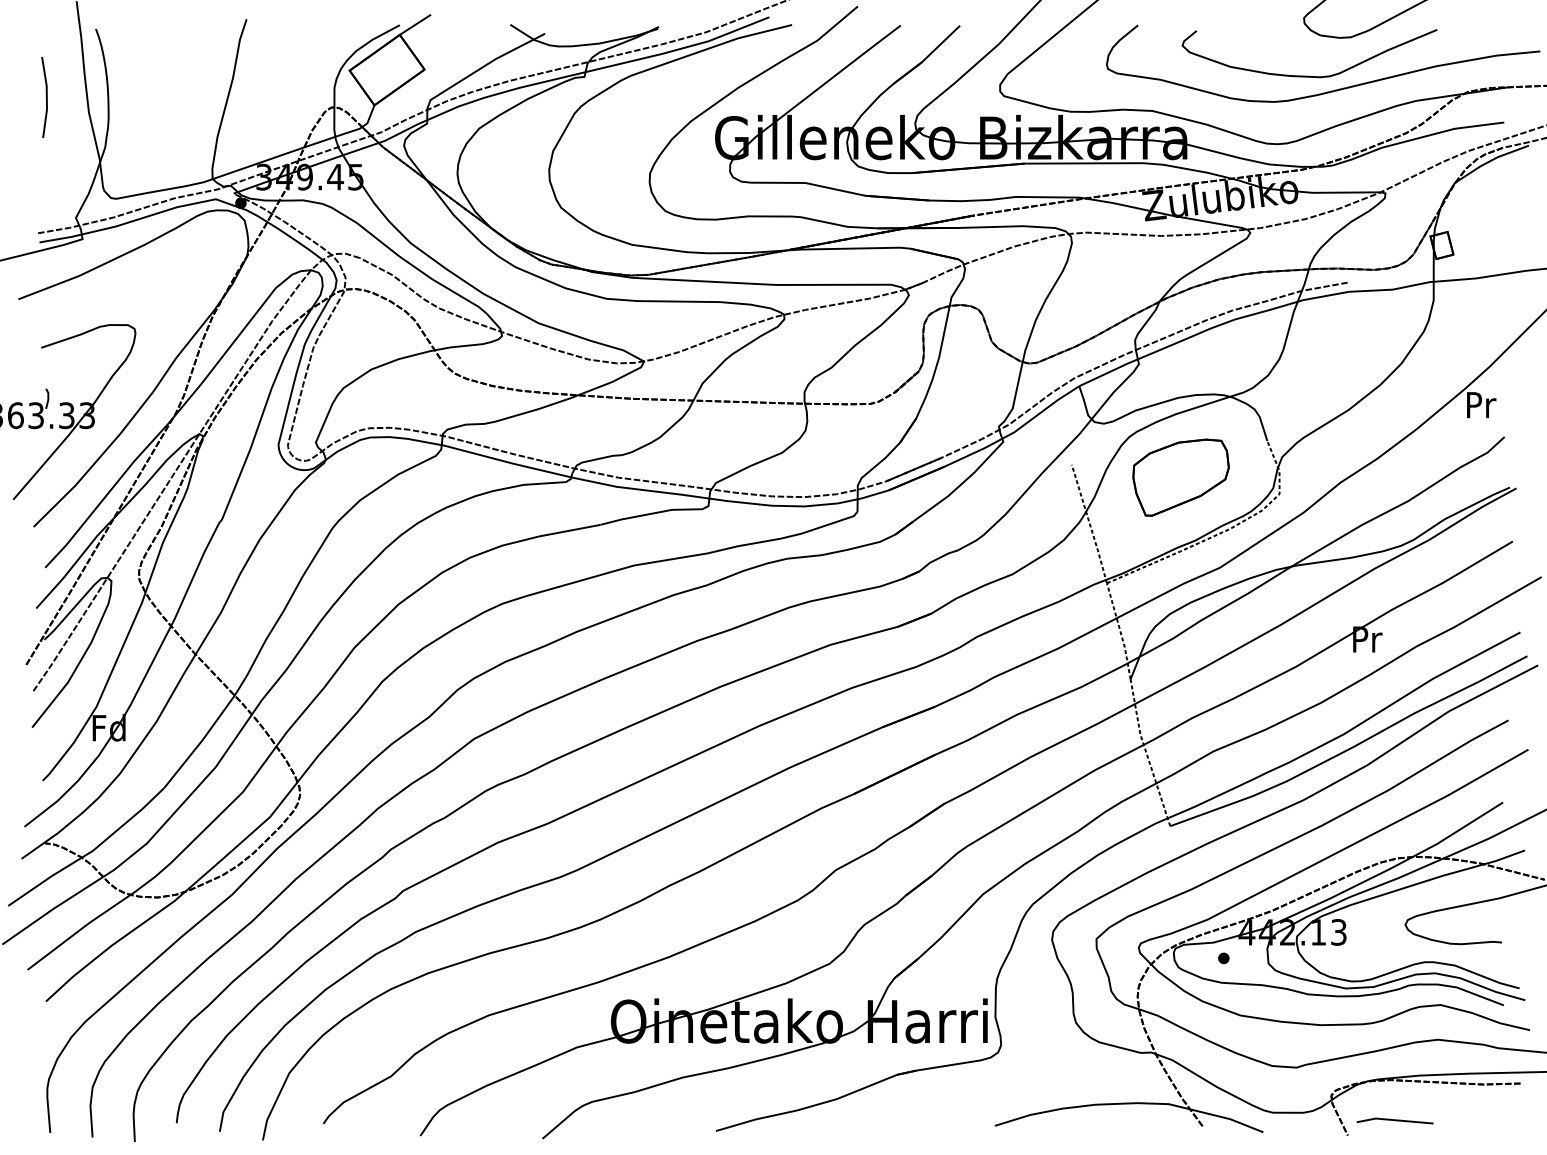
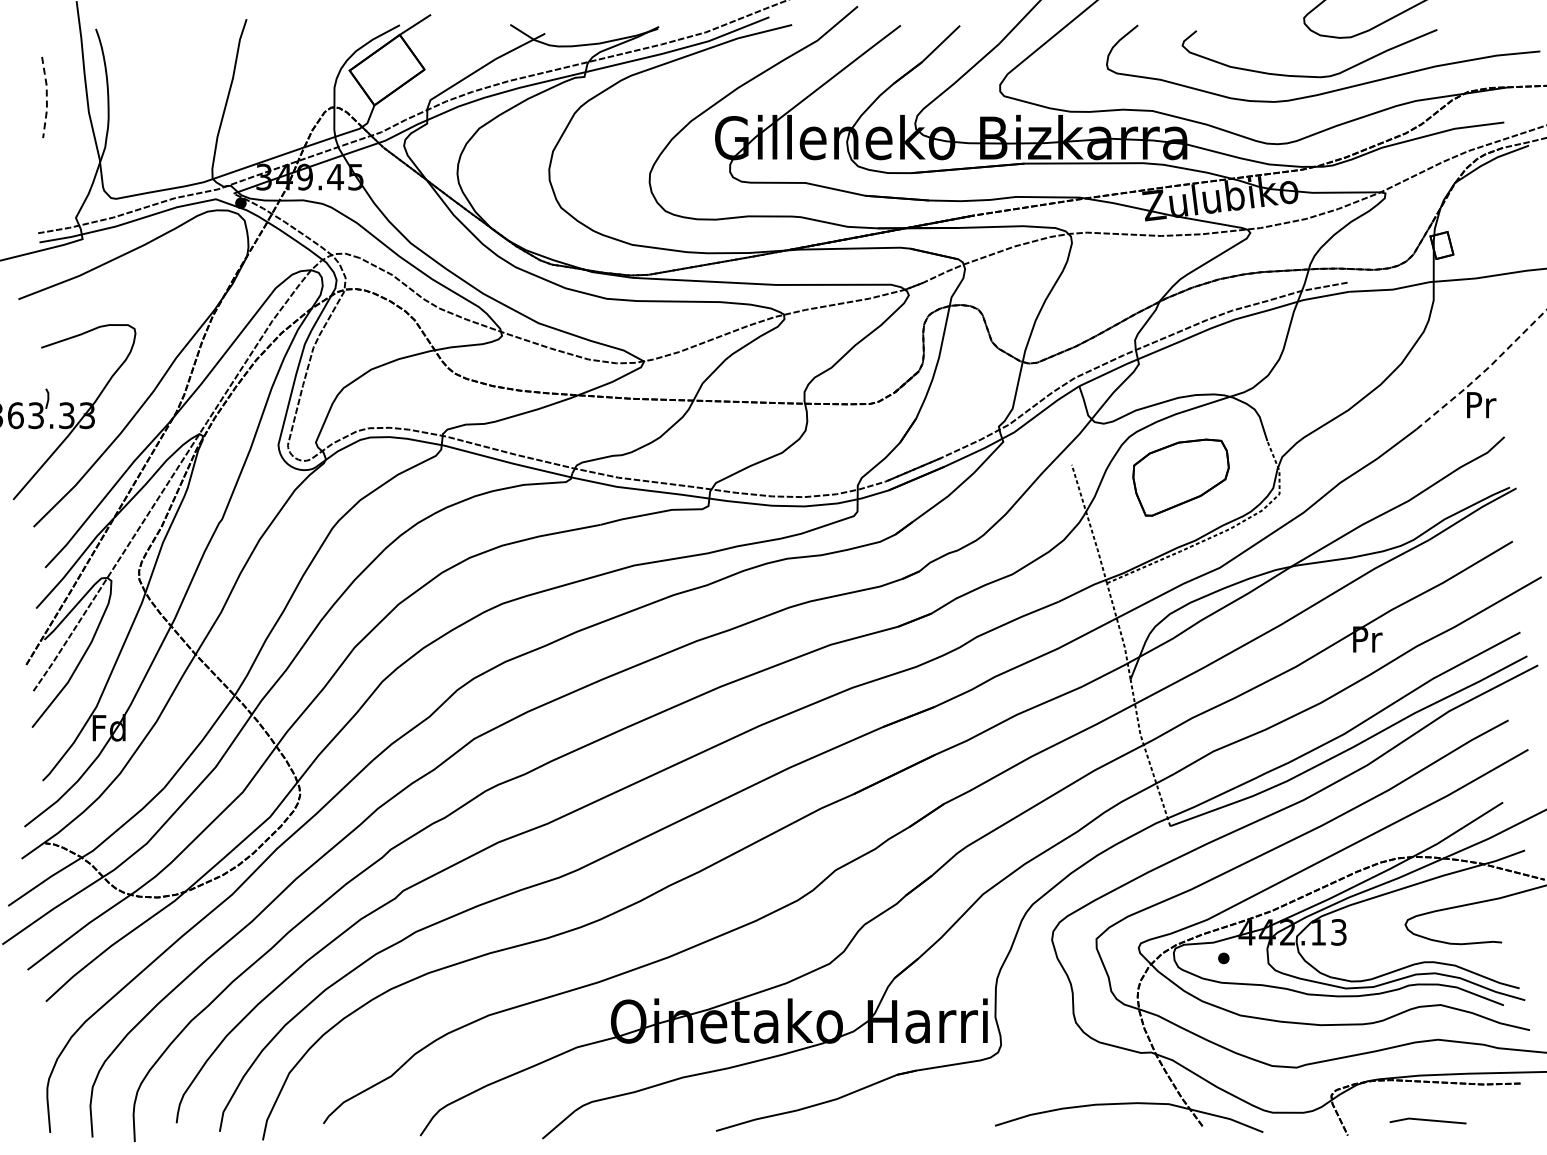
line at (46, 97): solid -> dashed
line at (1483, 371): solid -> dashed
line at (1394, 1120) position: (1394, 1120) -> (1427, 1120)
